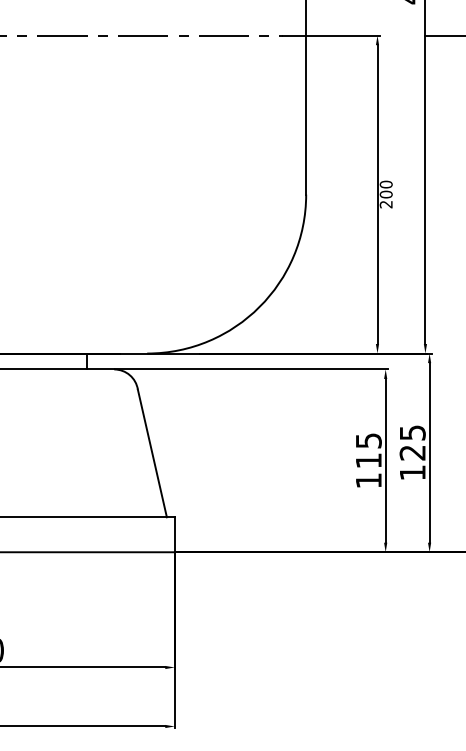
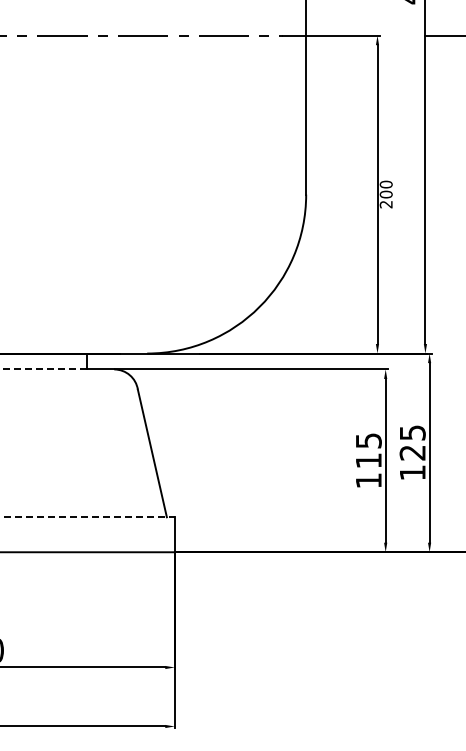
line at (43, 369): solid -> dashed
line at (87, 517): solid -> dashed
